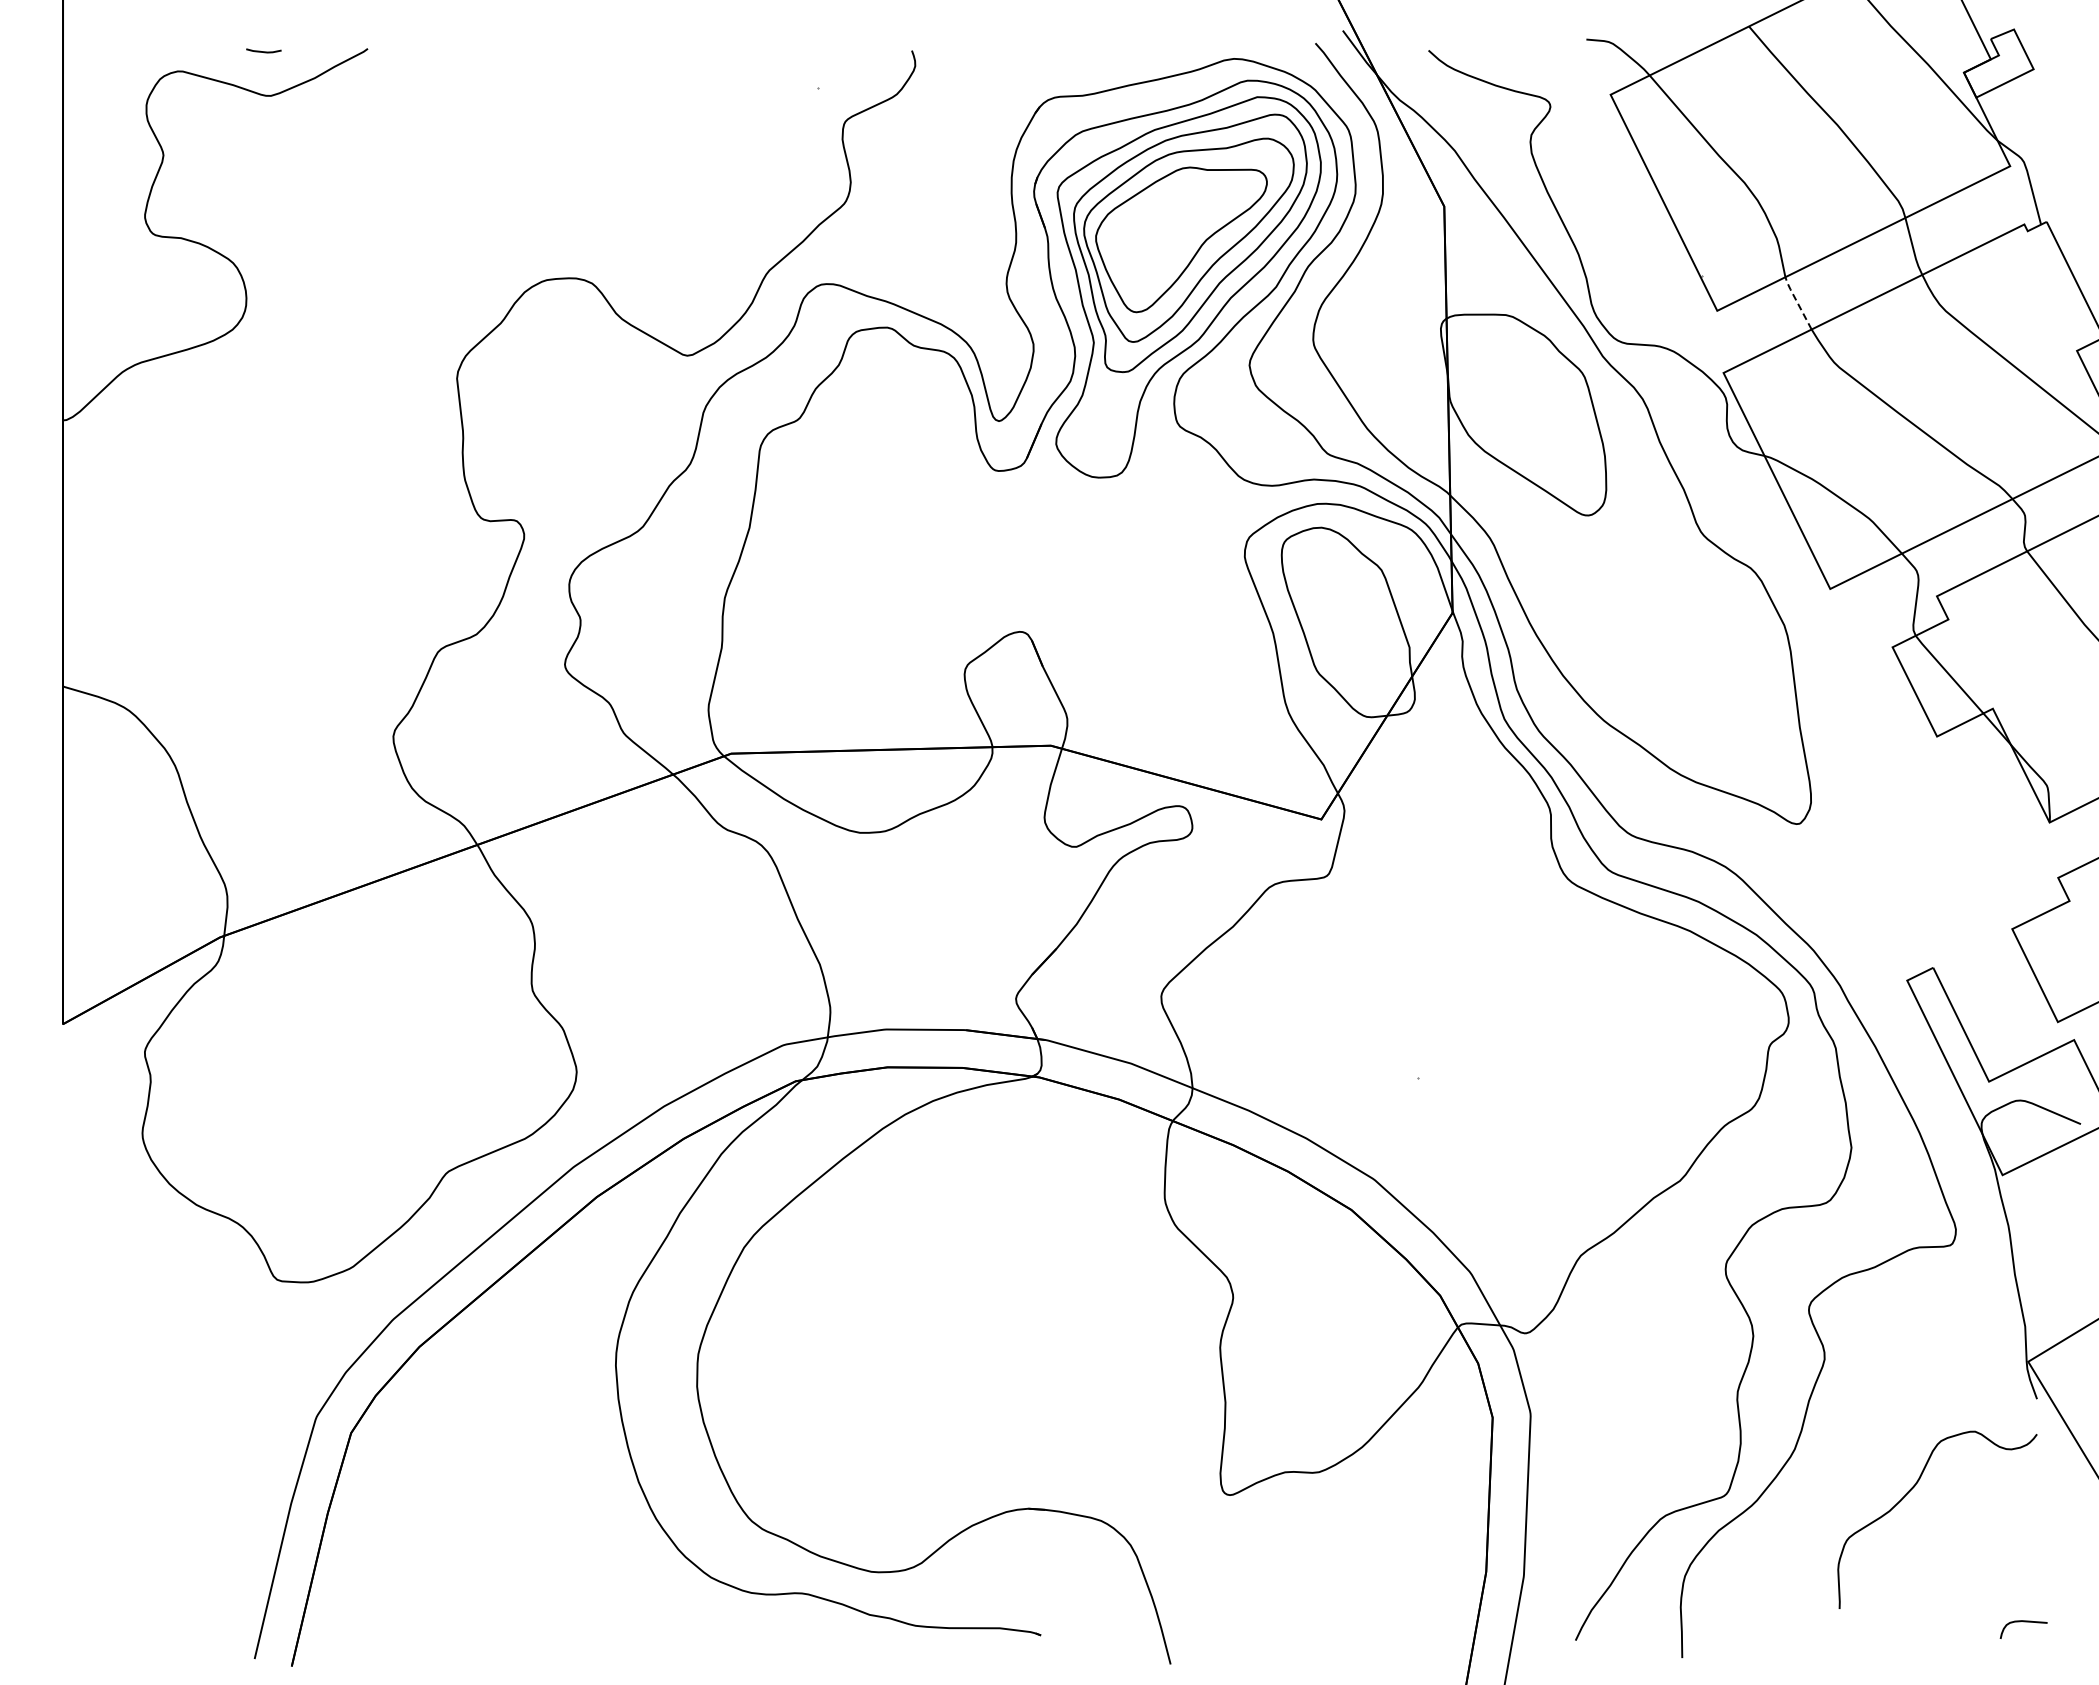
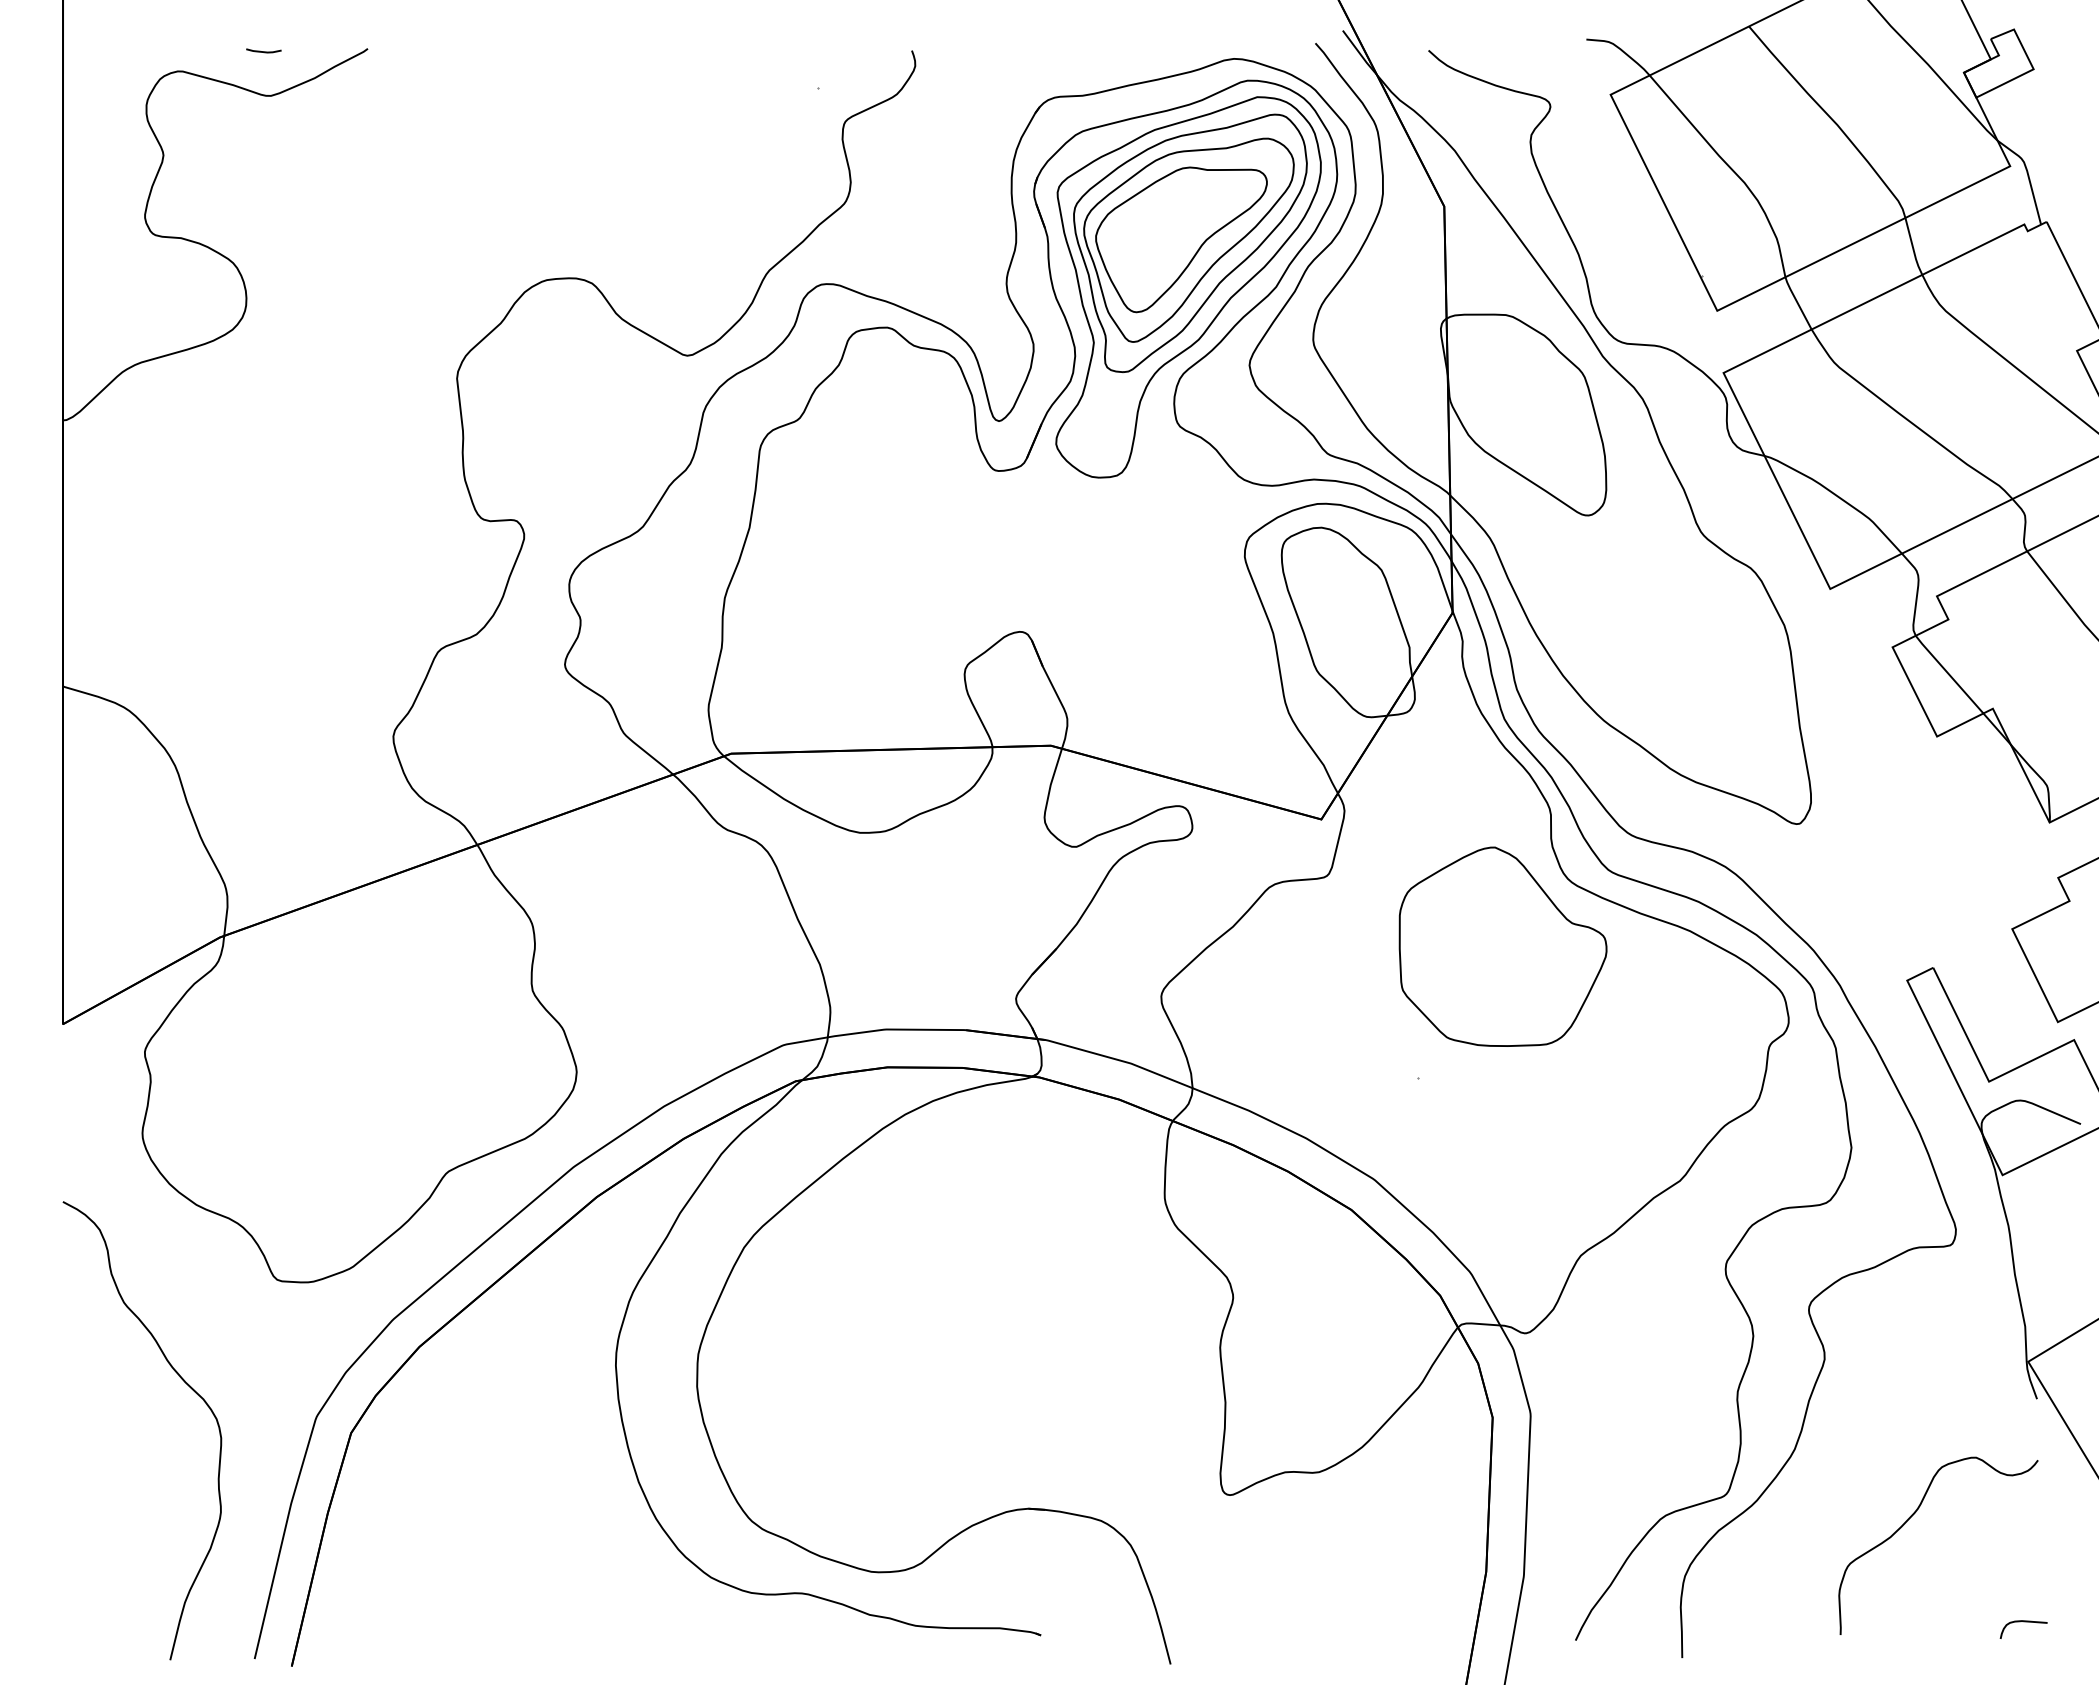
line at (1797, 302): dashed -> solid
part at (1502, 946): none -> present
curve at (187, 1385): none -> present
curve at (1910, 1491) position: (1910, 1491) -> (1911, 1517)
